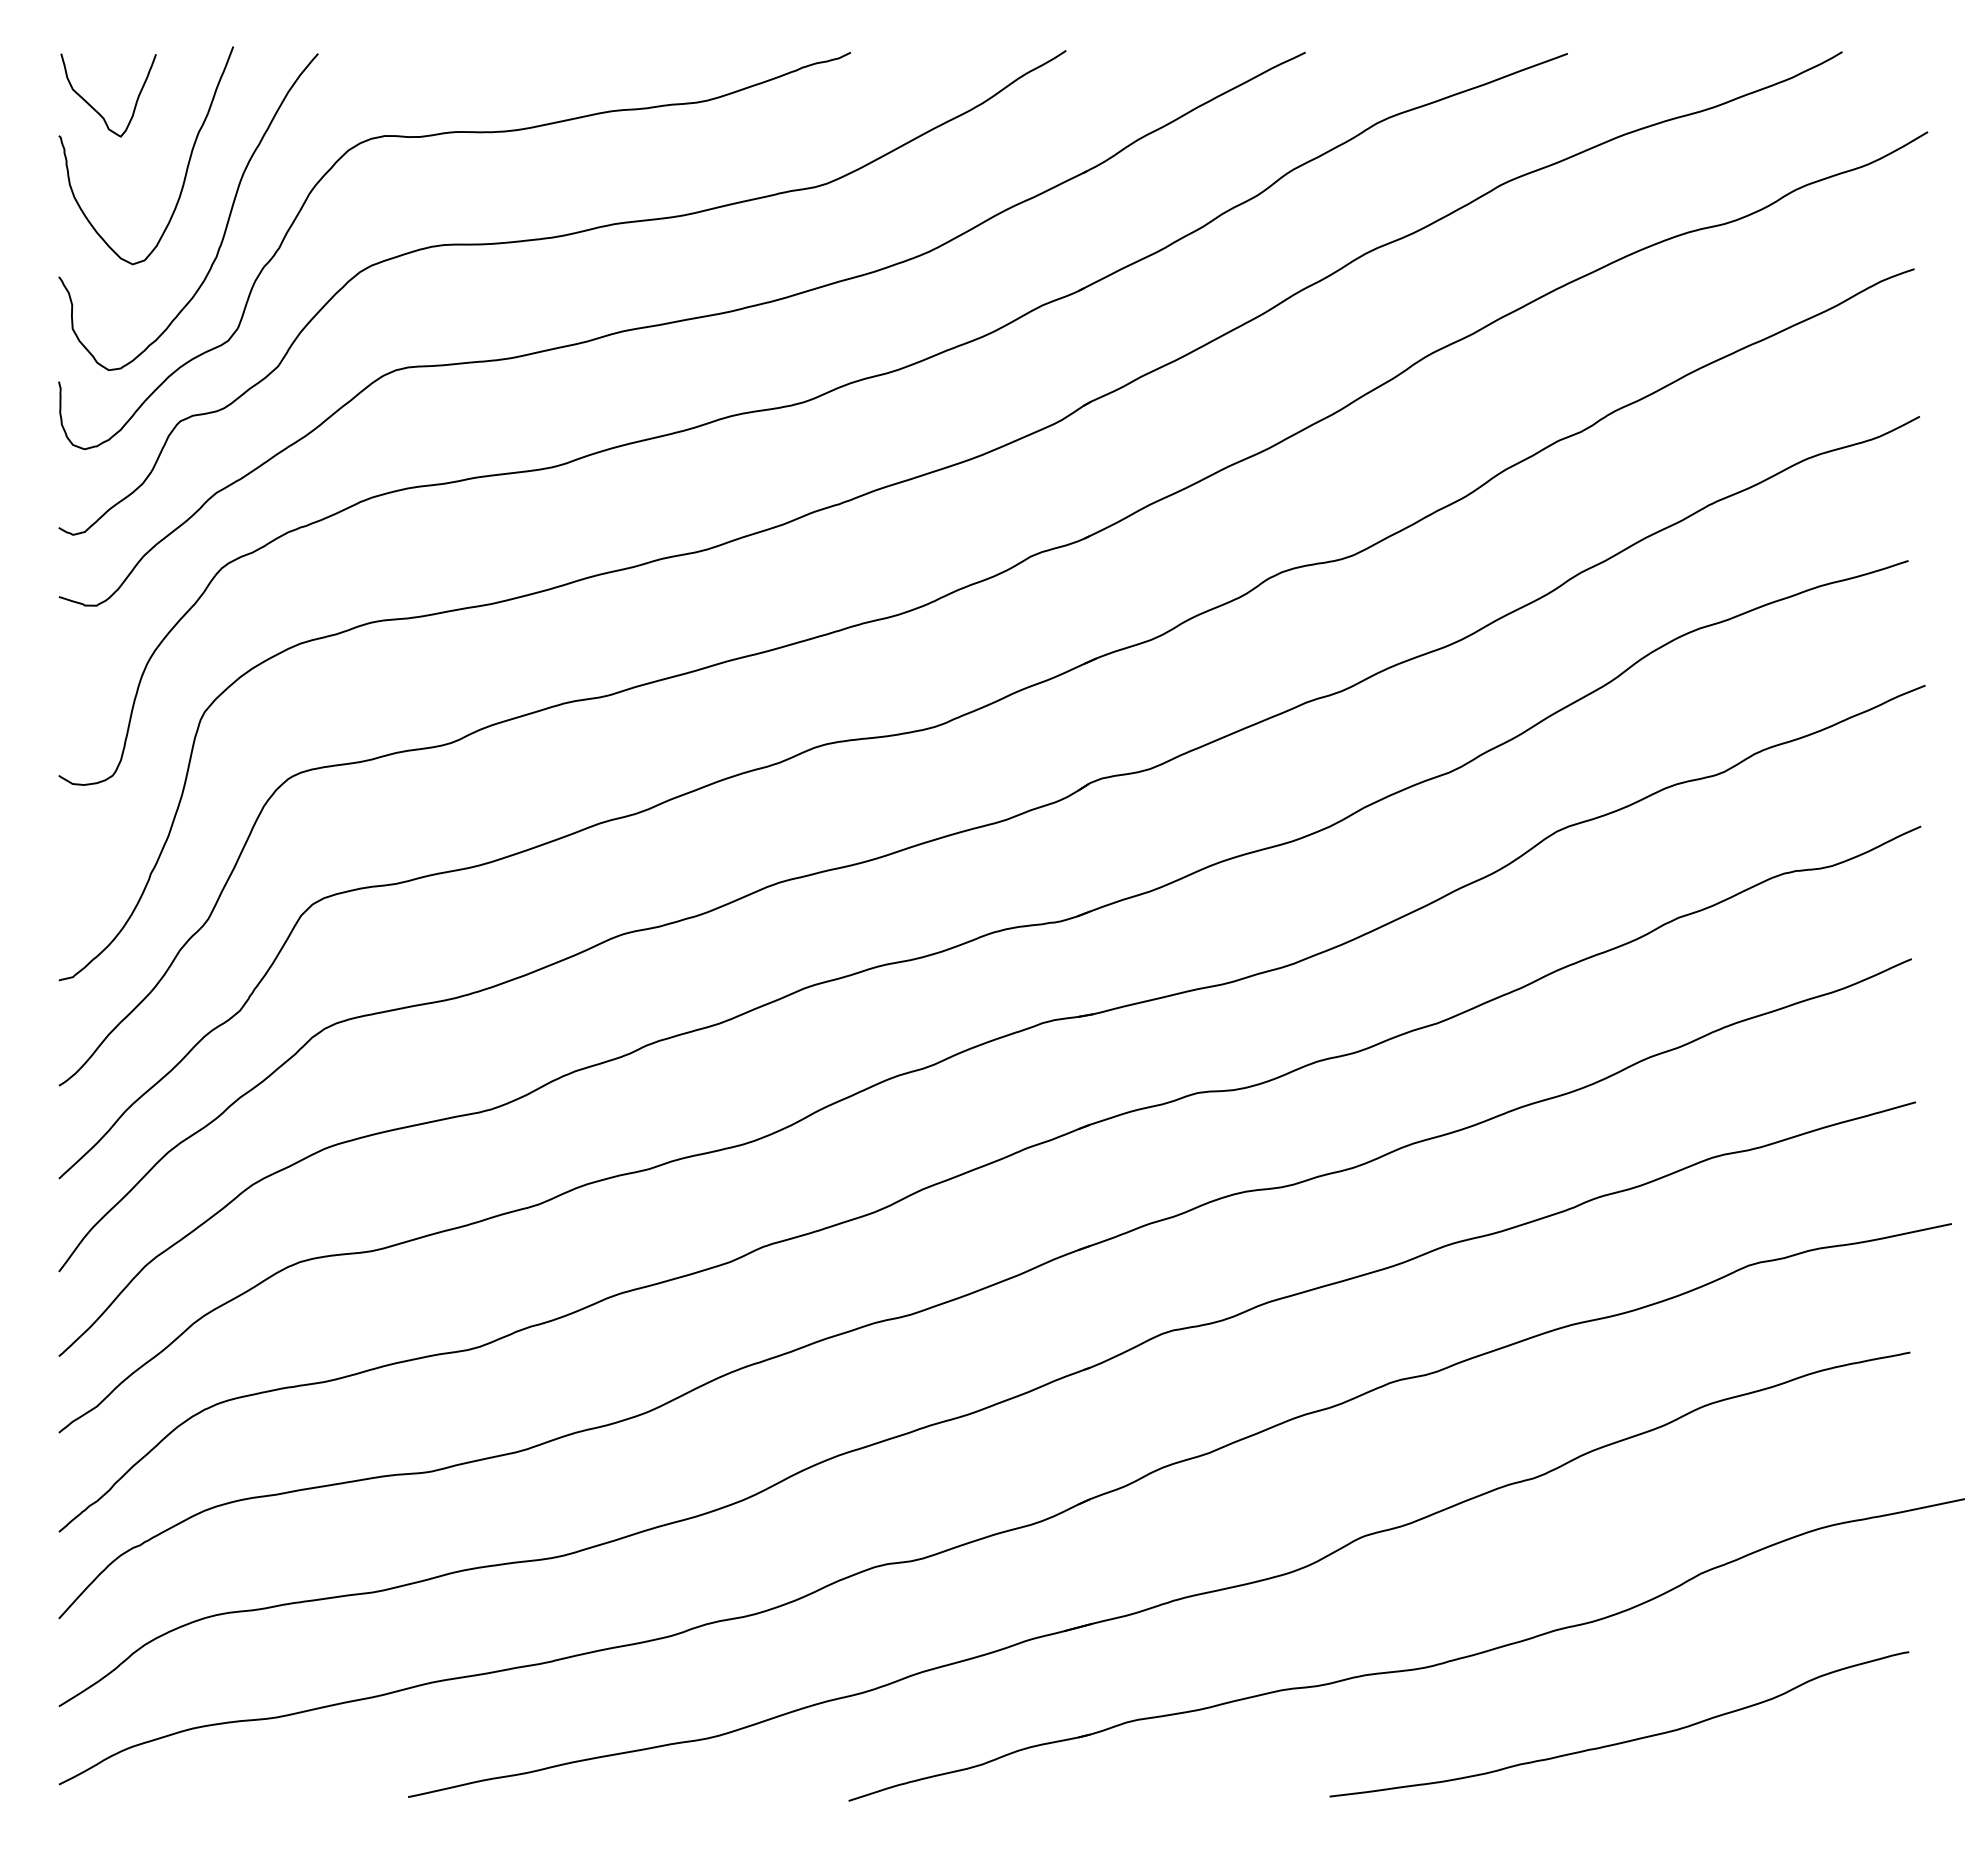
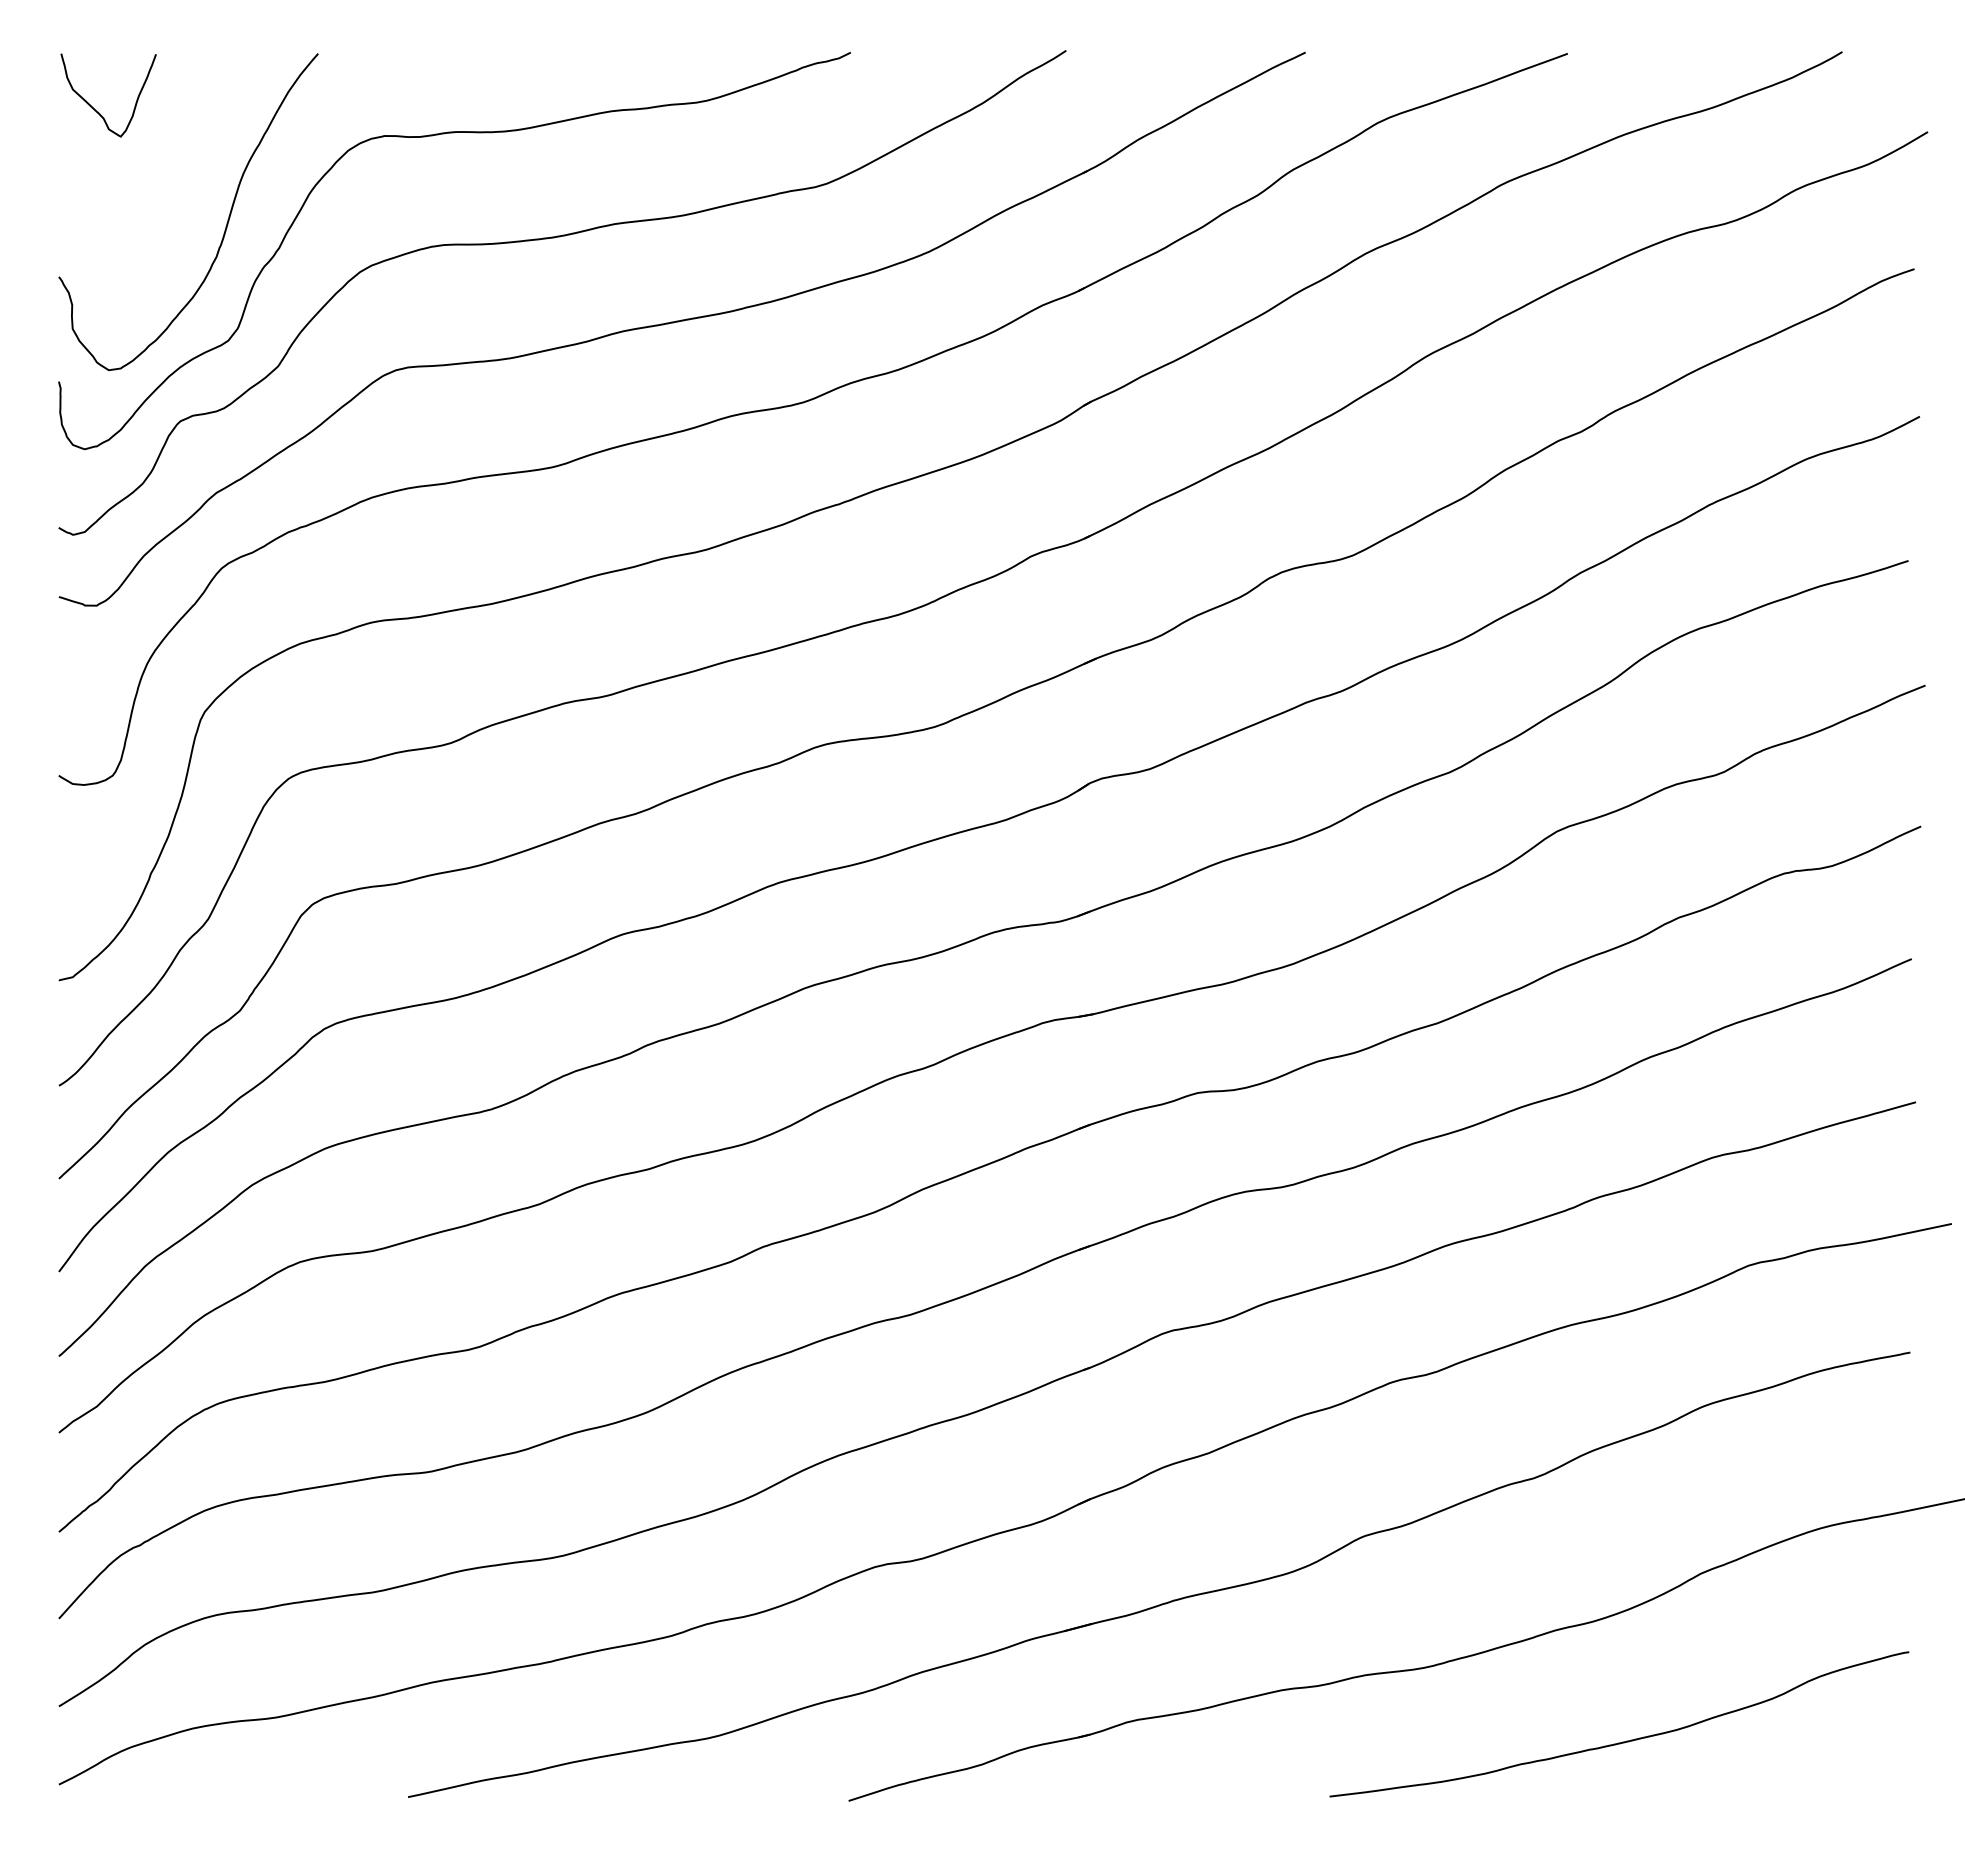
curve at (186, 167): present -> none
